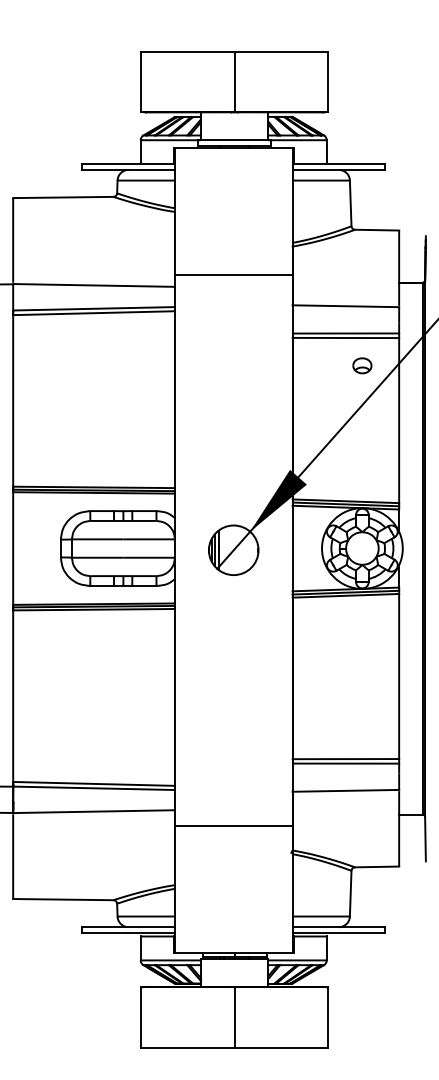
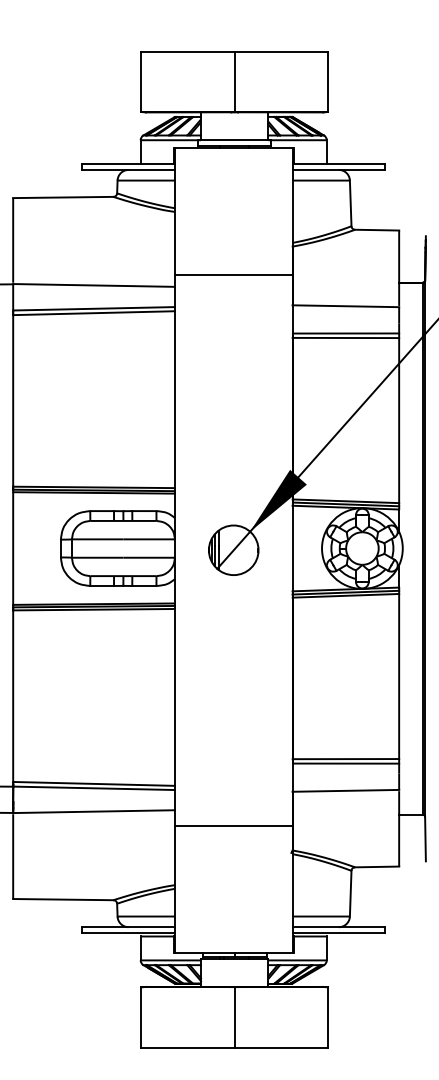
part at (362, 365): present -> none
